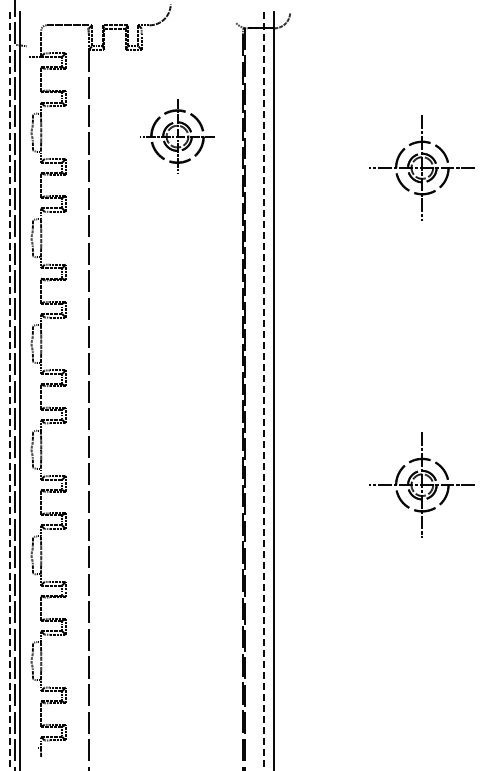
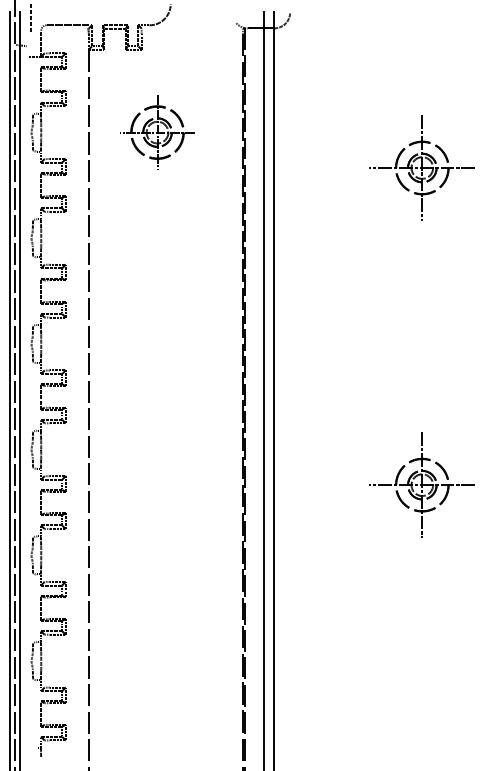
line at (30, 17): none -> present
part at (177, 136) position: (177, 136) -> (157, 132)
line at (9, 392): dashed -> solid
line at (263, 392): dashed -> solid
